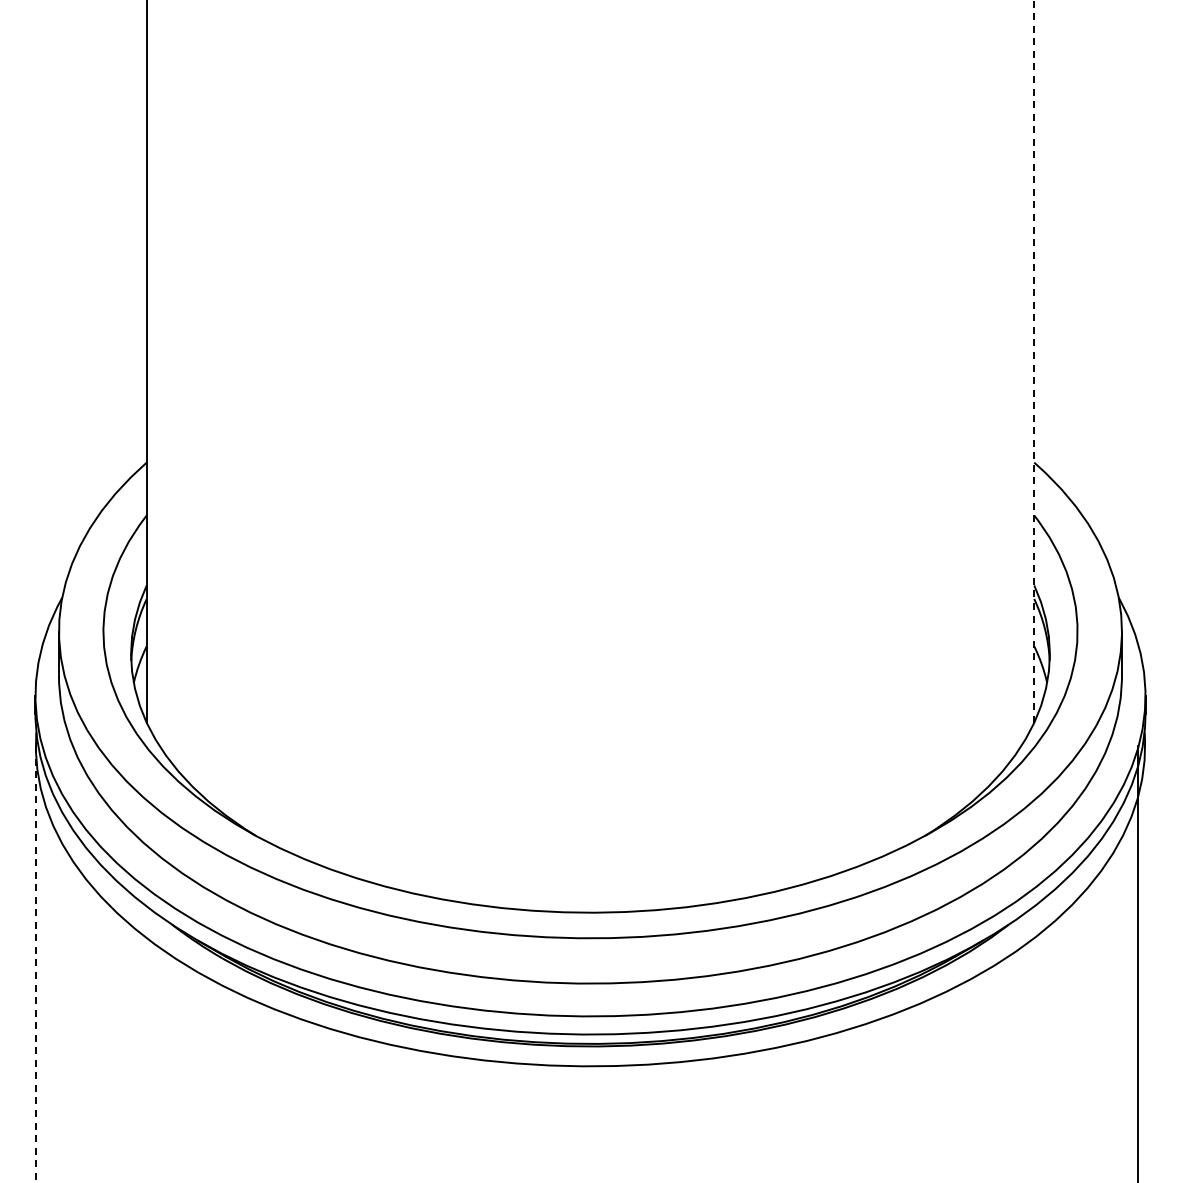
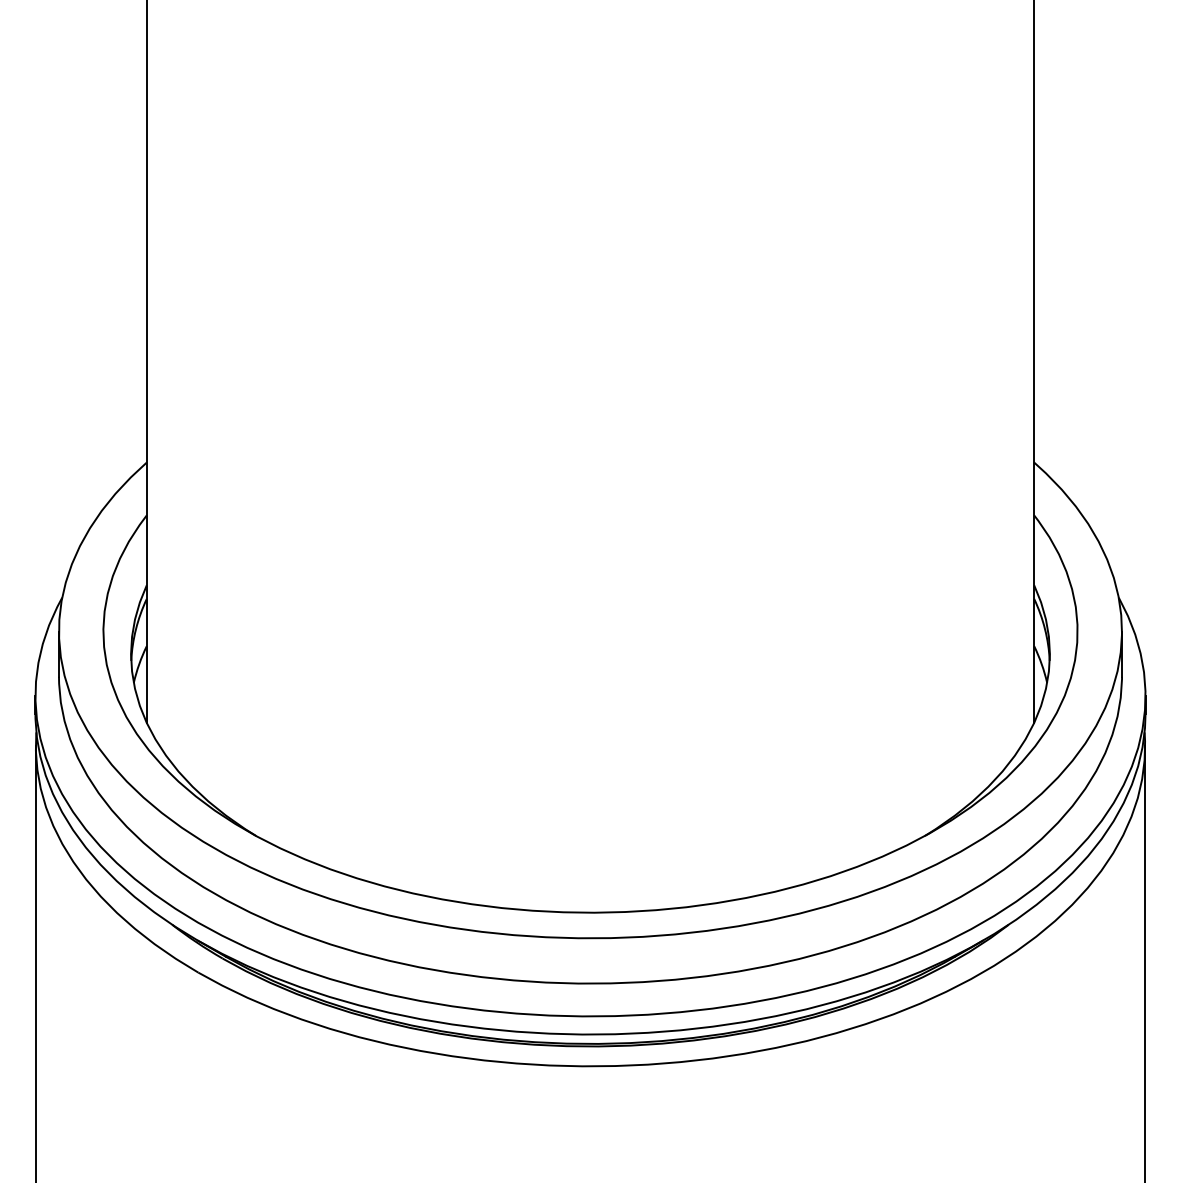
line at (1034, 360): dashed -> solid
line at (1138, 962) position: (1138, 962) -> (1145, 962)
line at (35, 964): dashed -> solid
